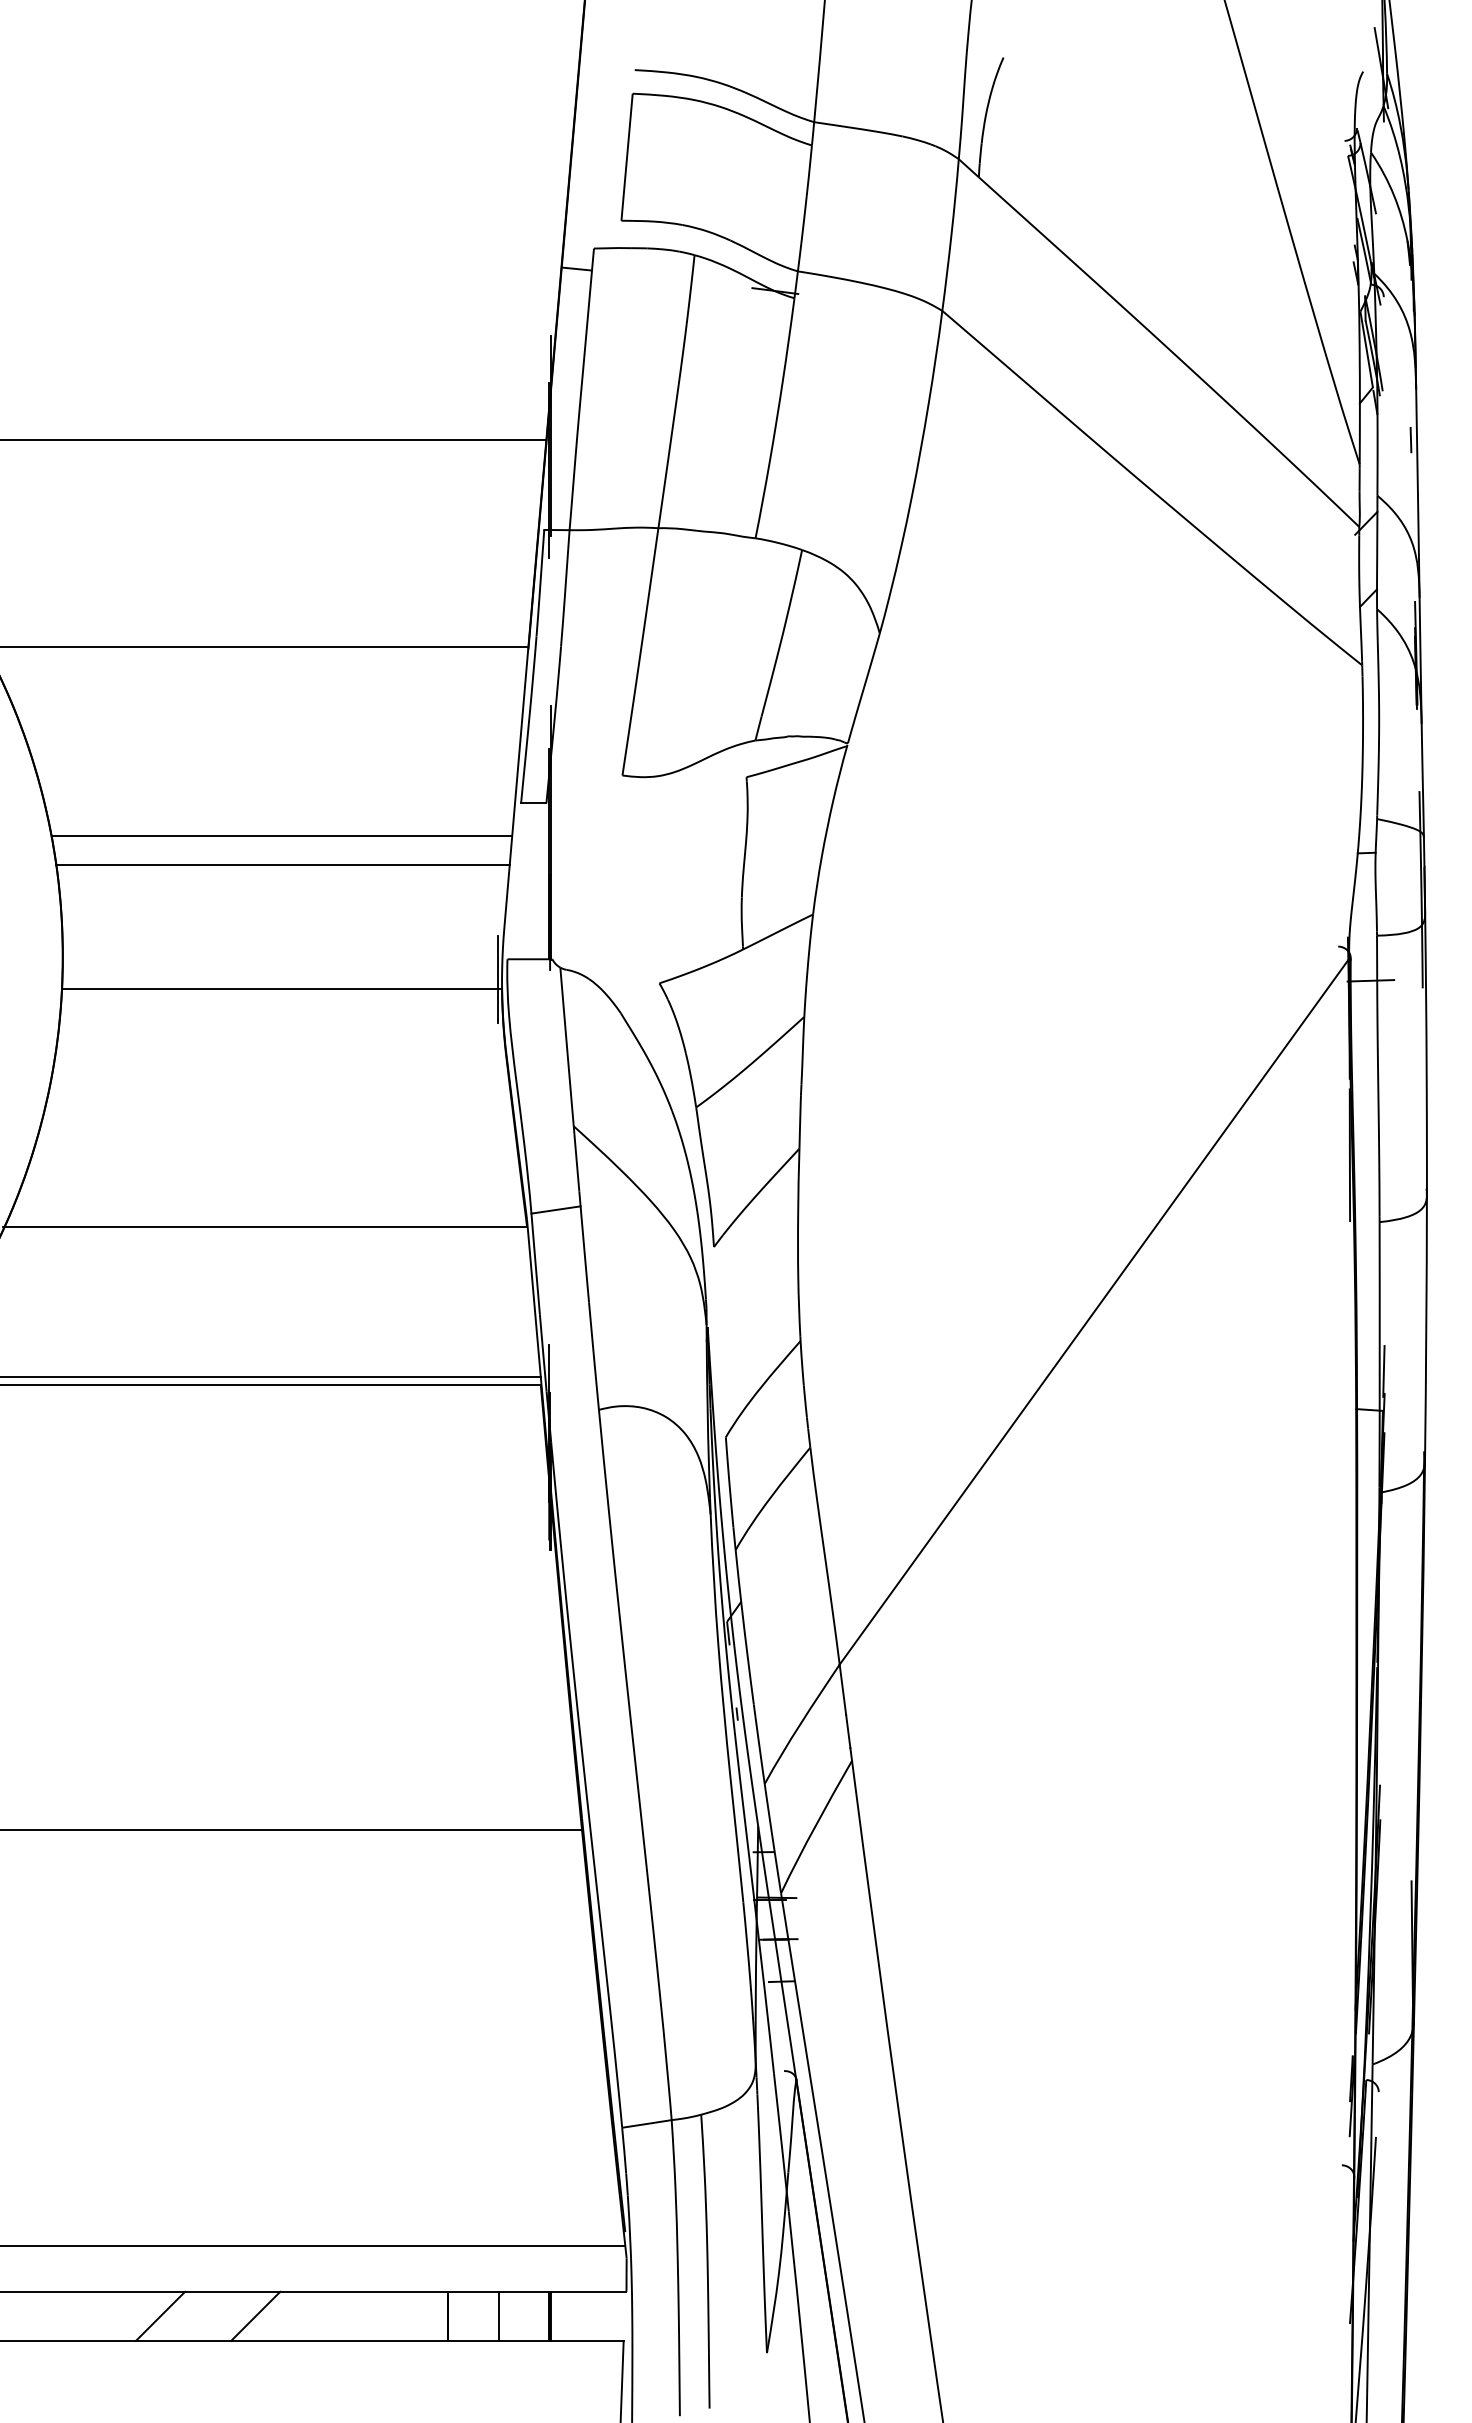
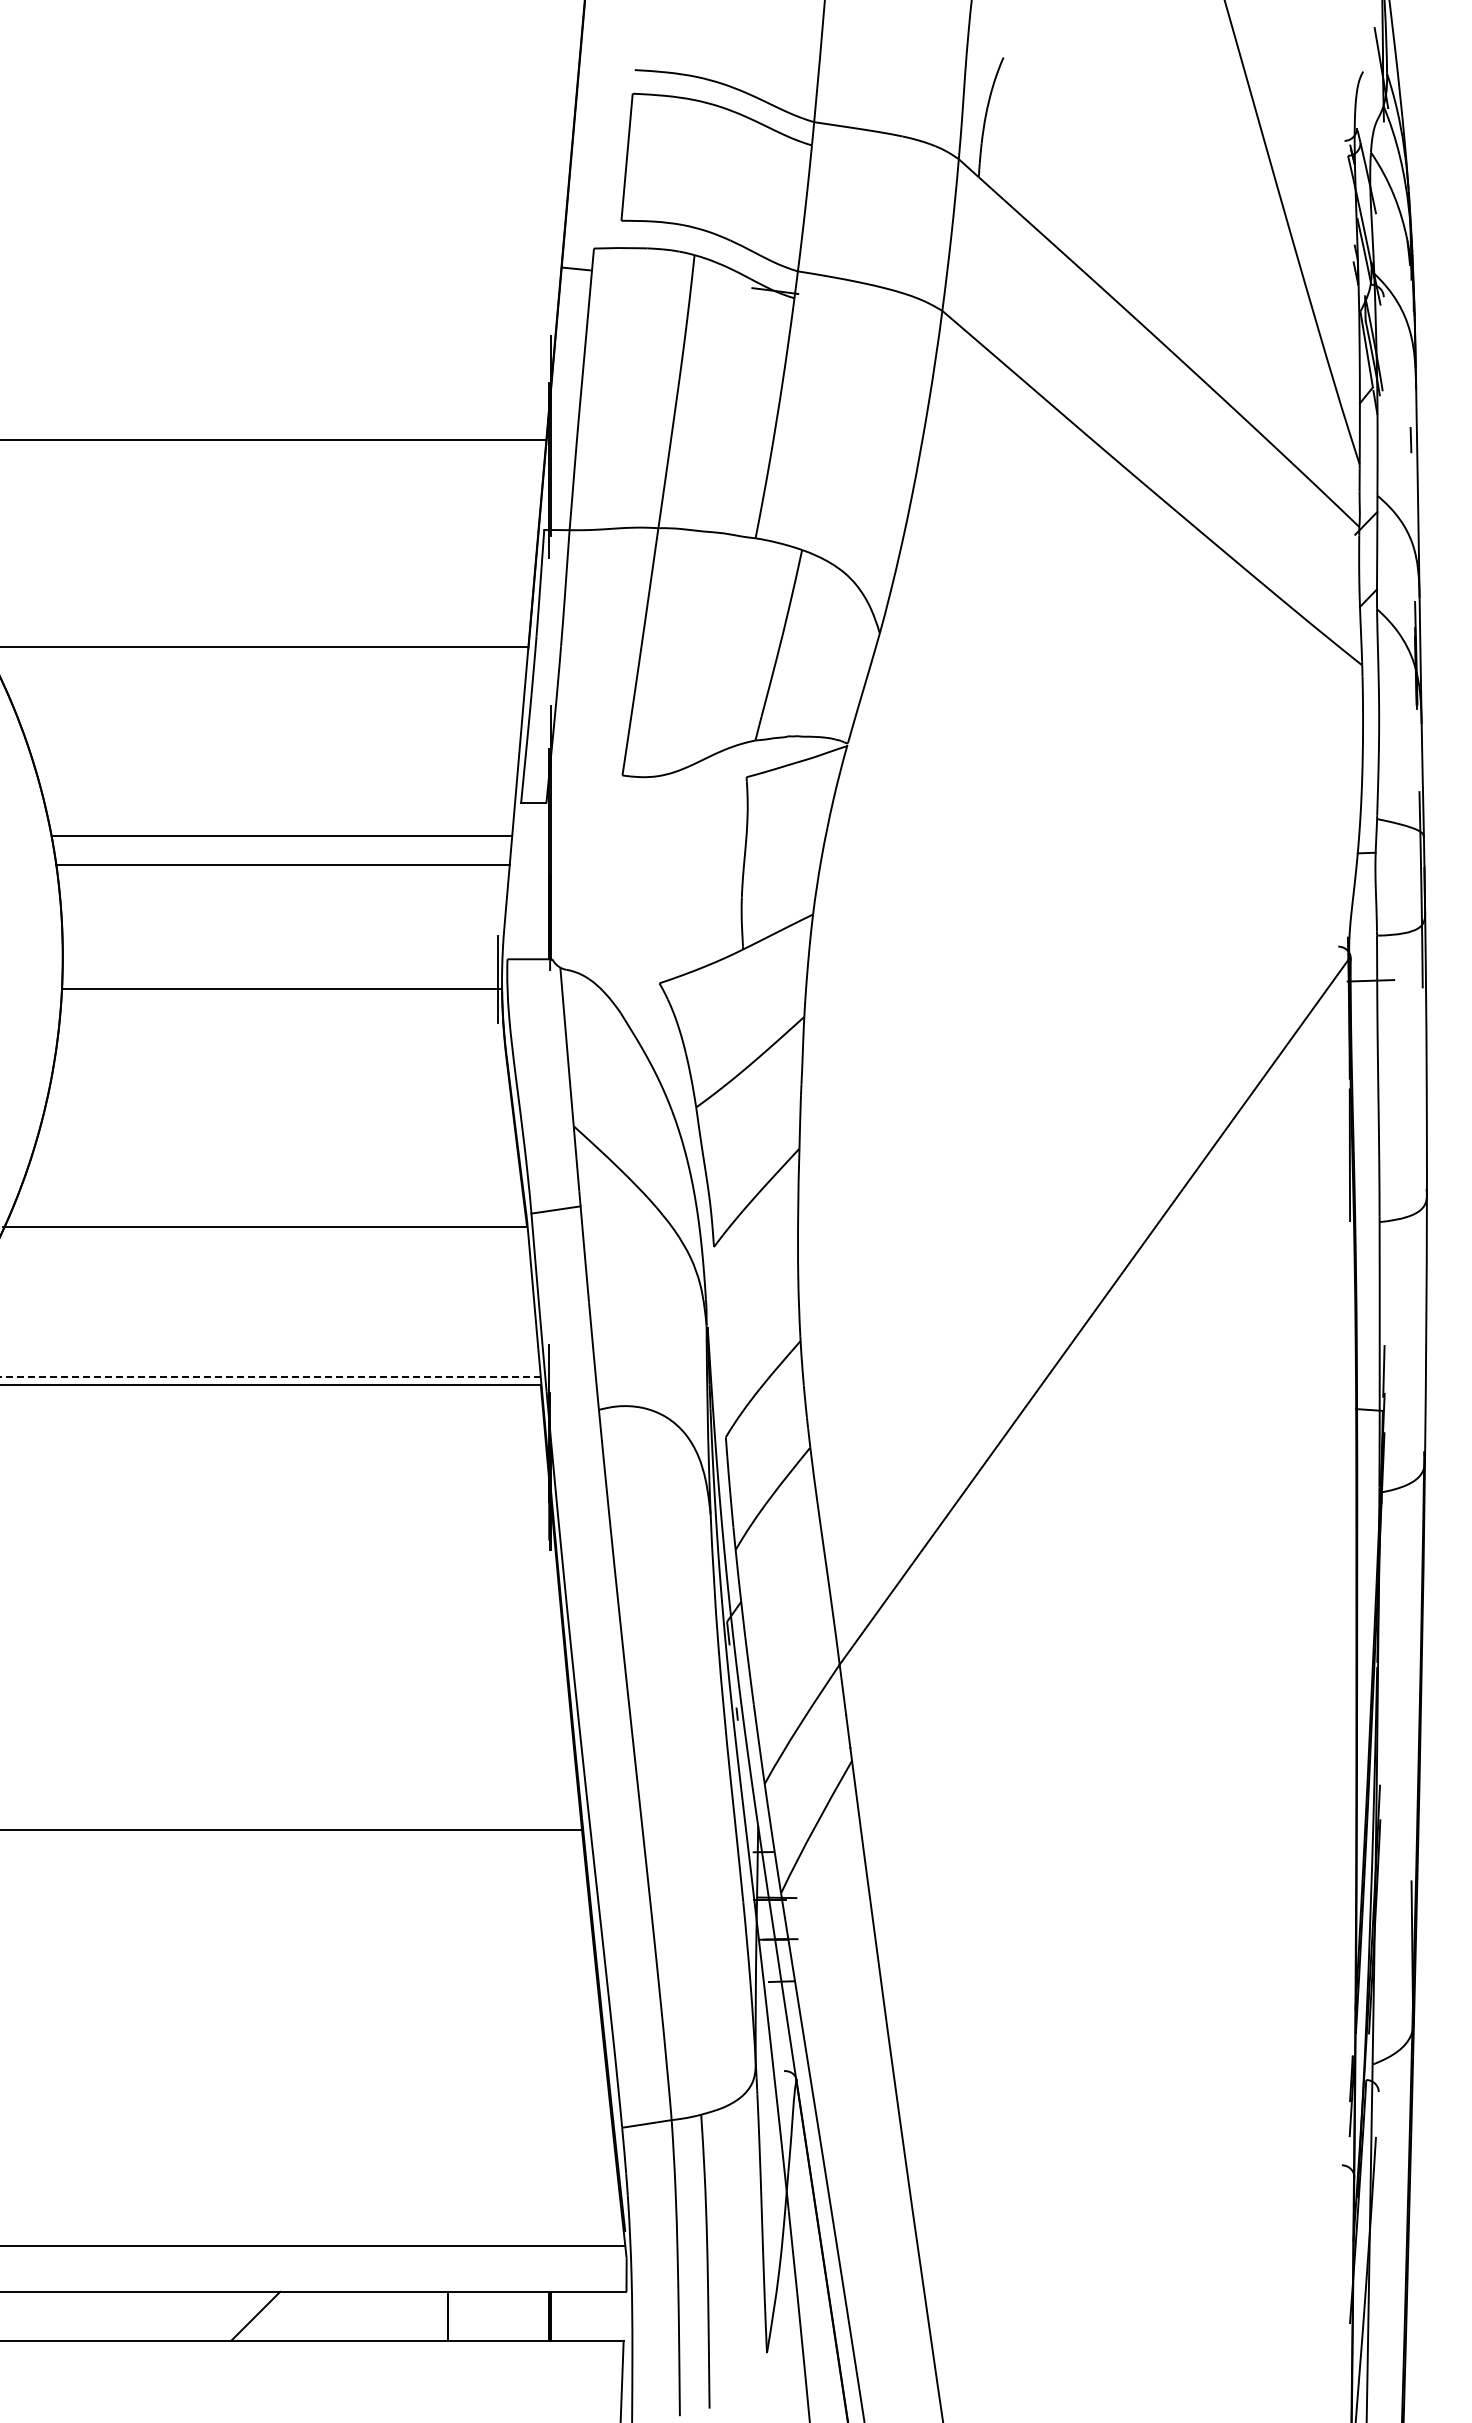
line at (270, 1377): solid -> dashed
line at (160, 2315): present -> none
line at (498, 2315): present -> none
